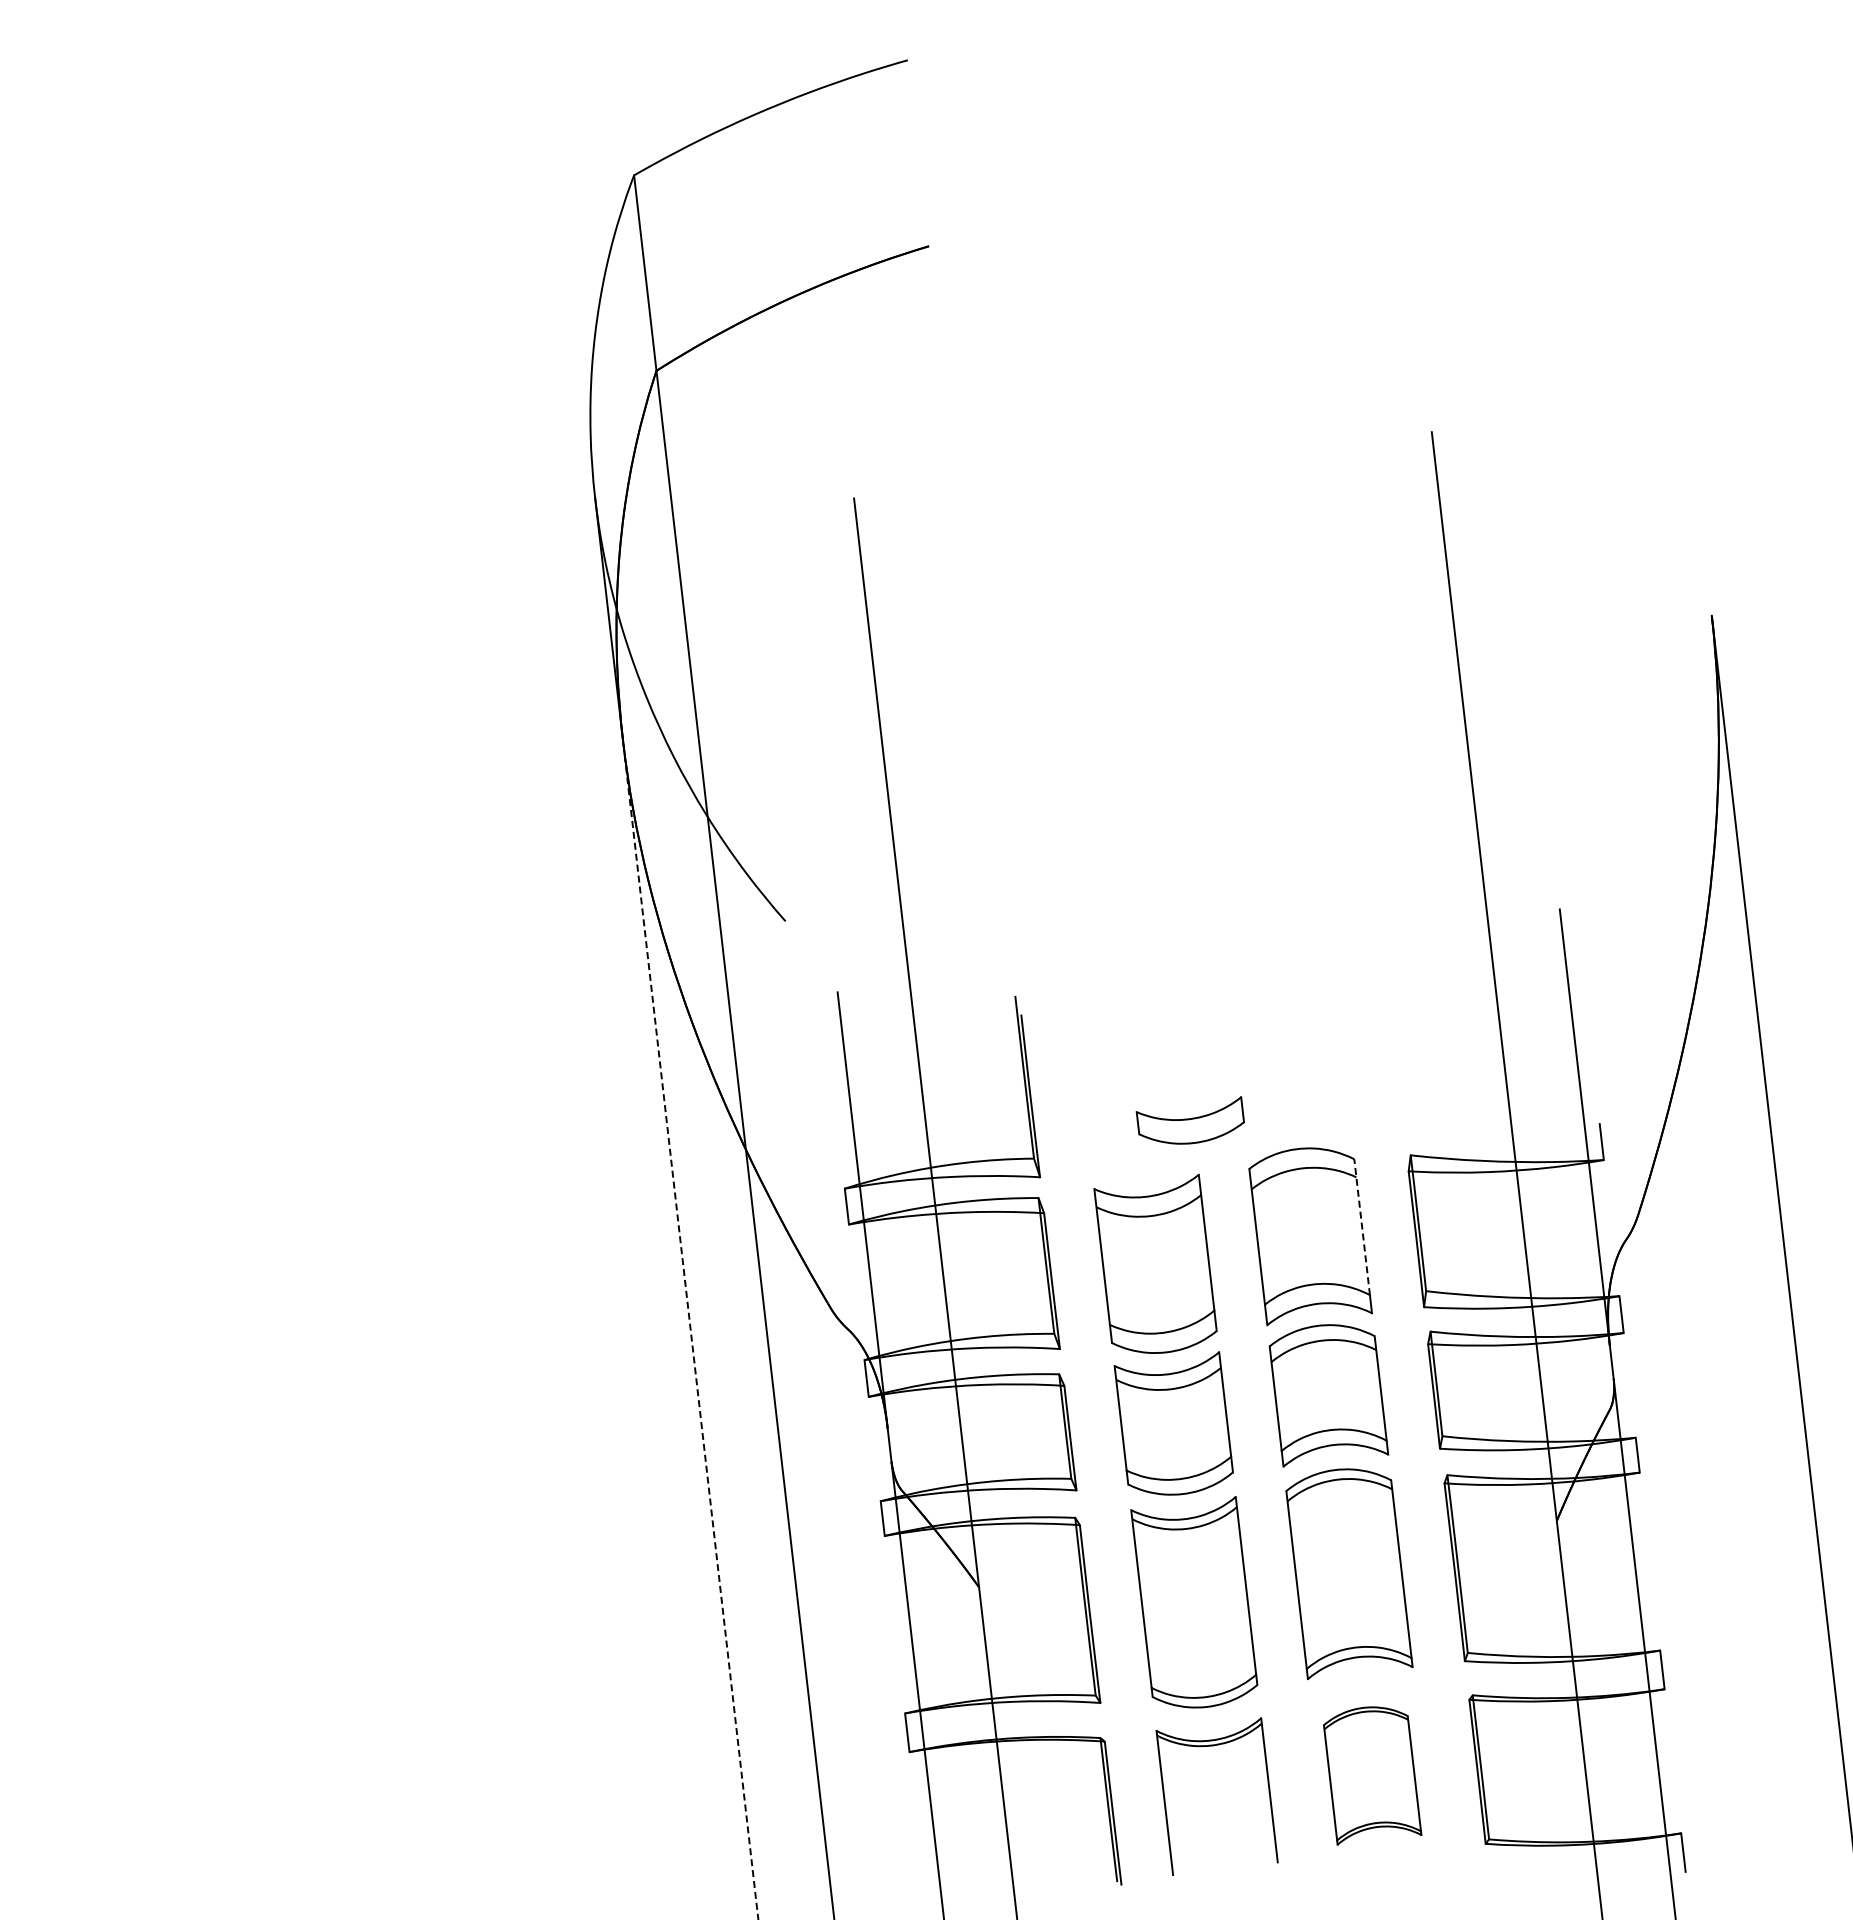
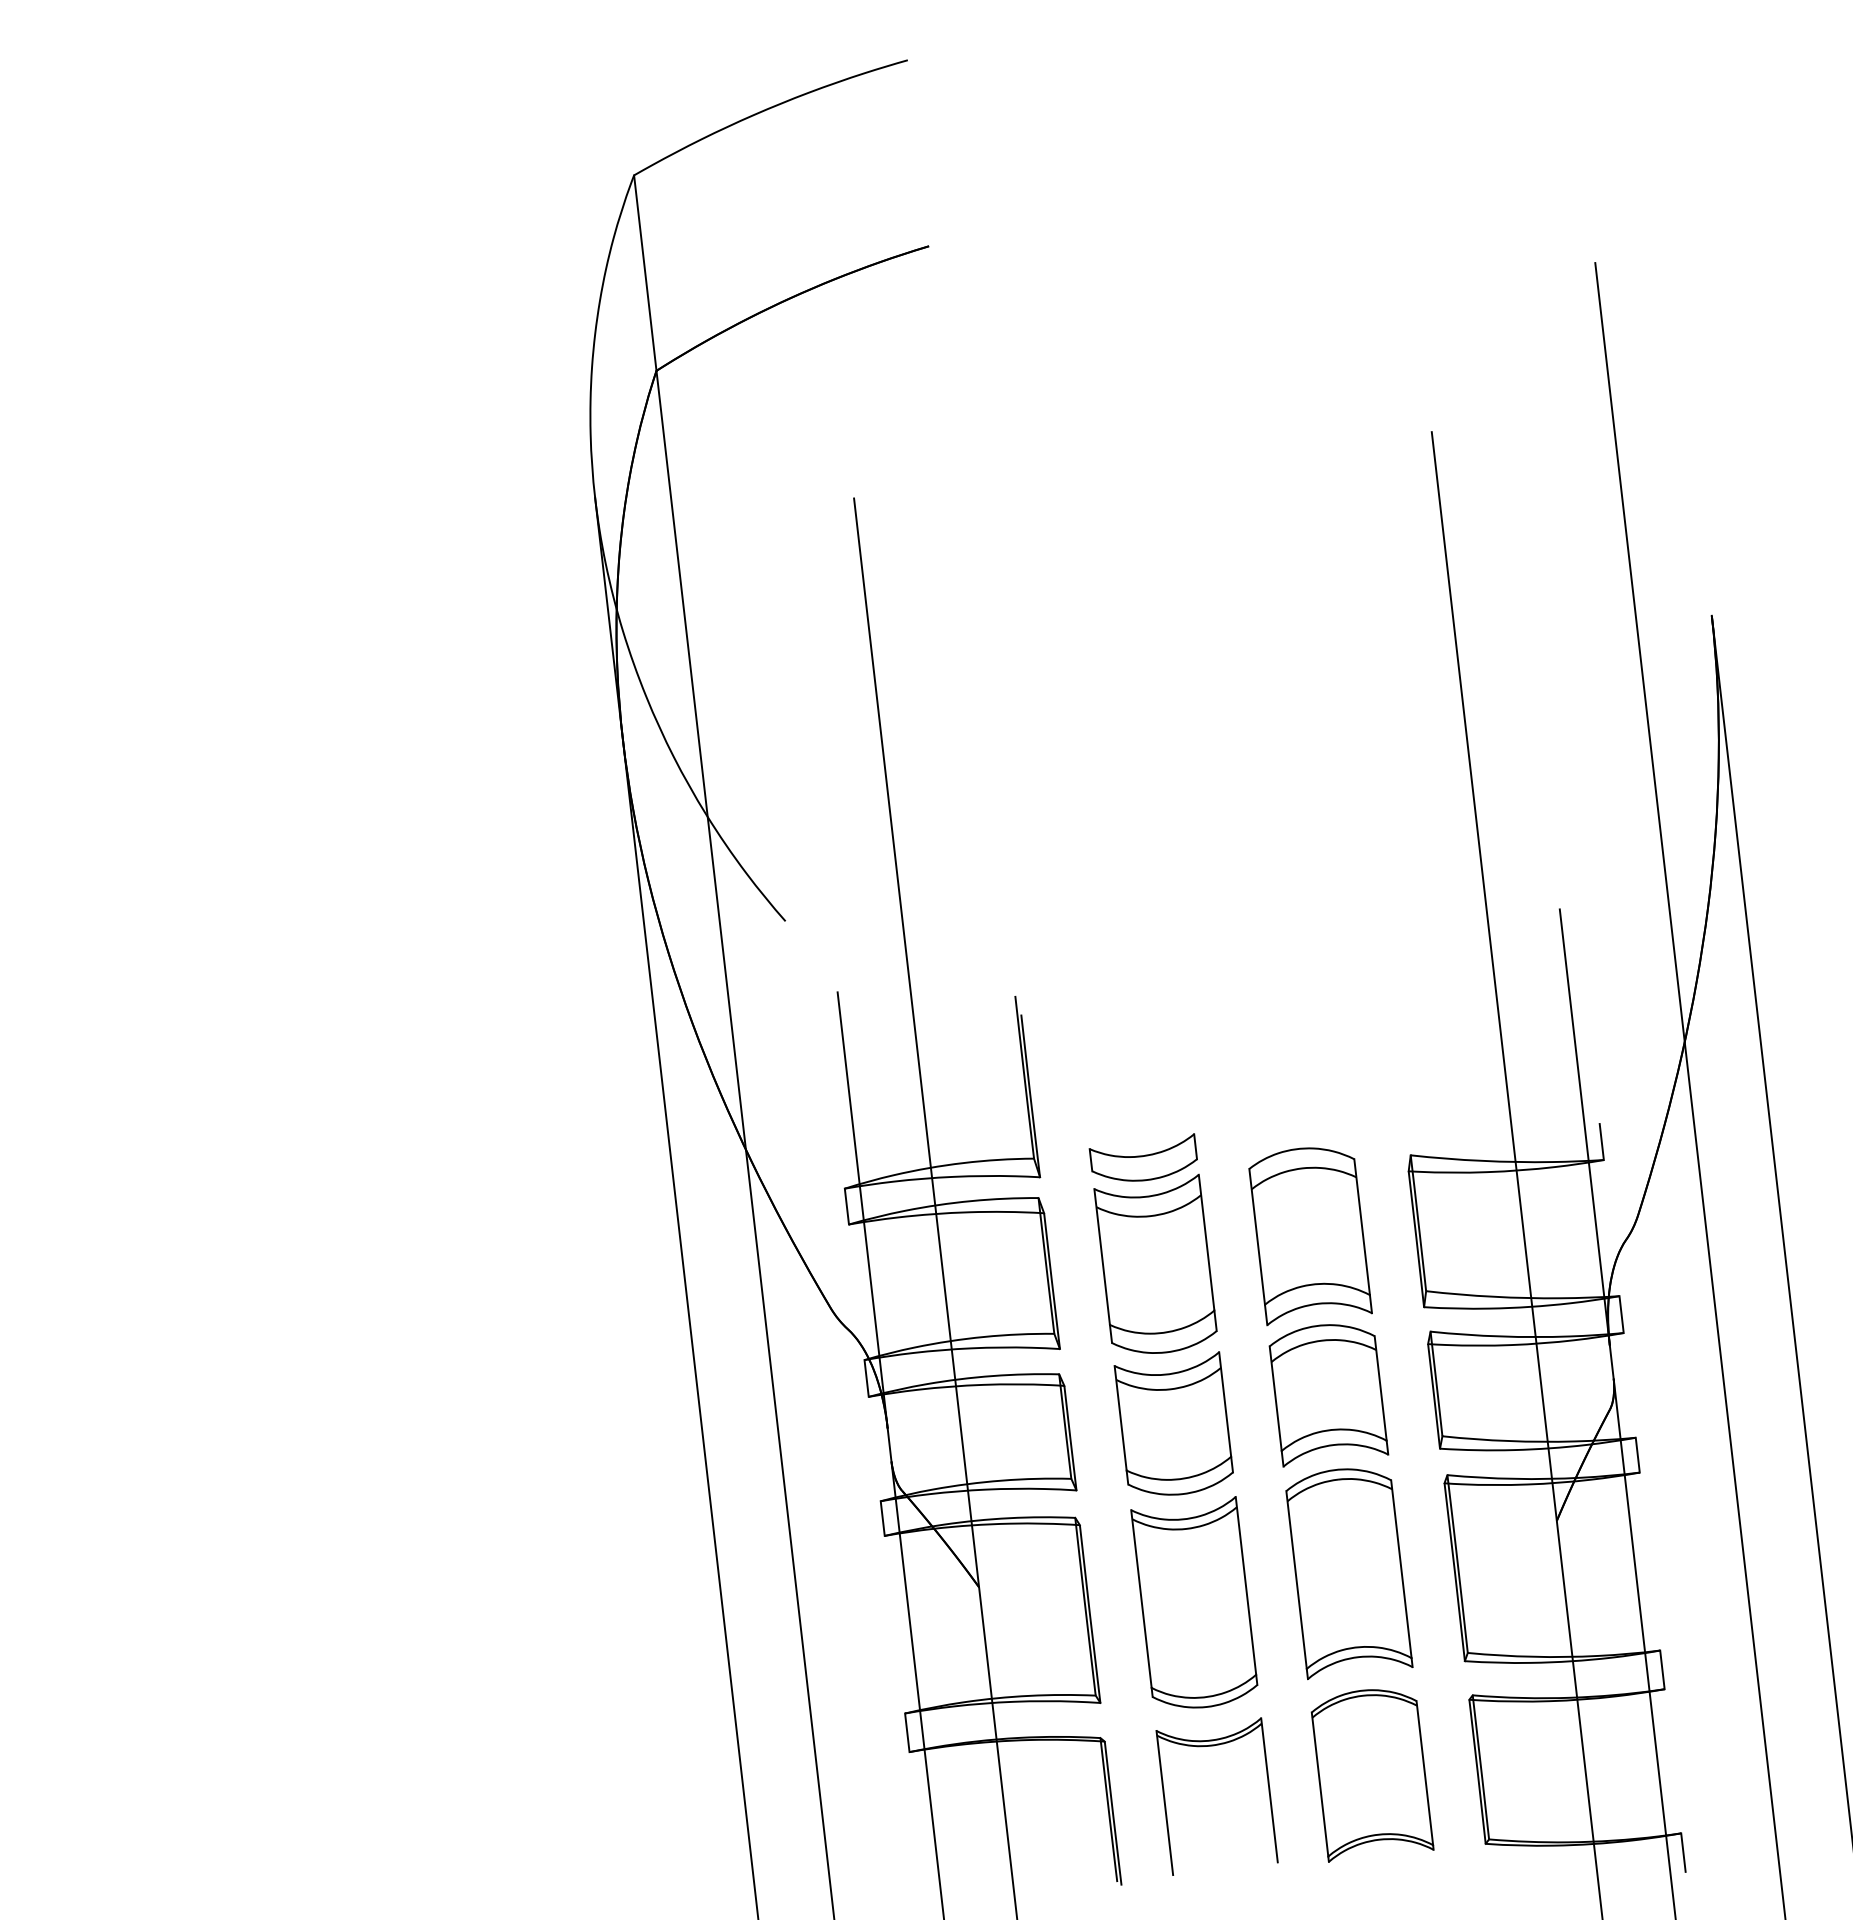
line at (1690, 1089): none -> present
part at (1189, 1120) position: (1189, 1120) -> (1142, 1157)
line at (1362, 1226): dashed -> solid
line at (690, 1329): dashed -> solid
part at (1372, 1775) size: 100x140 px -> 125x174 px
